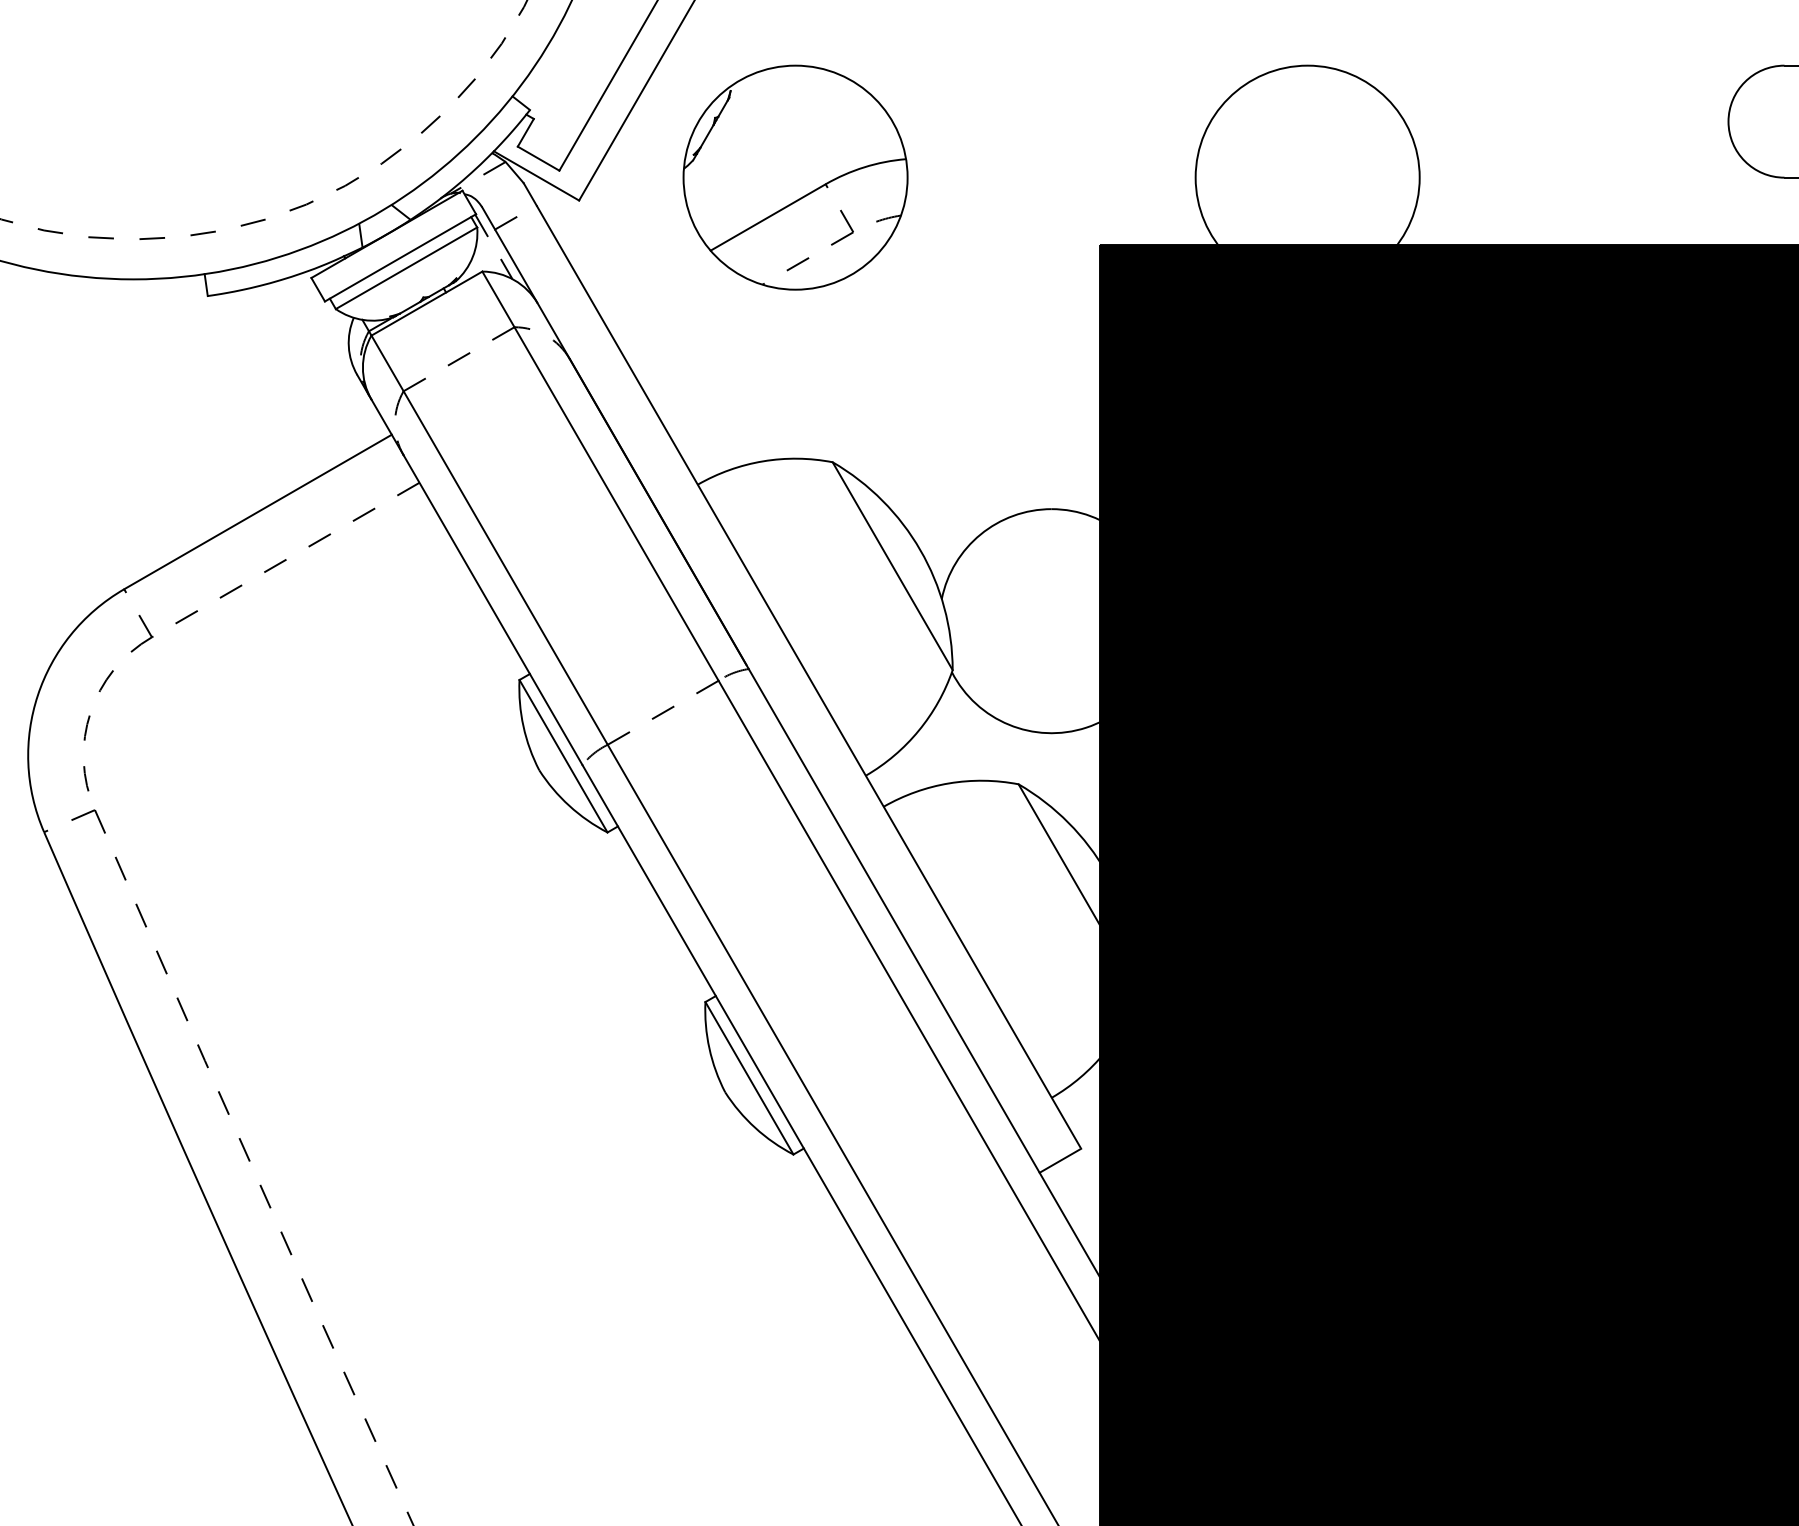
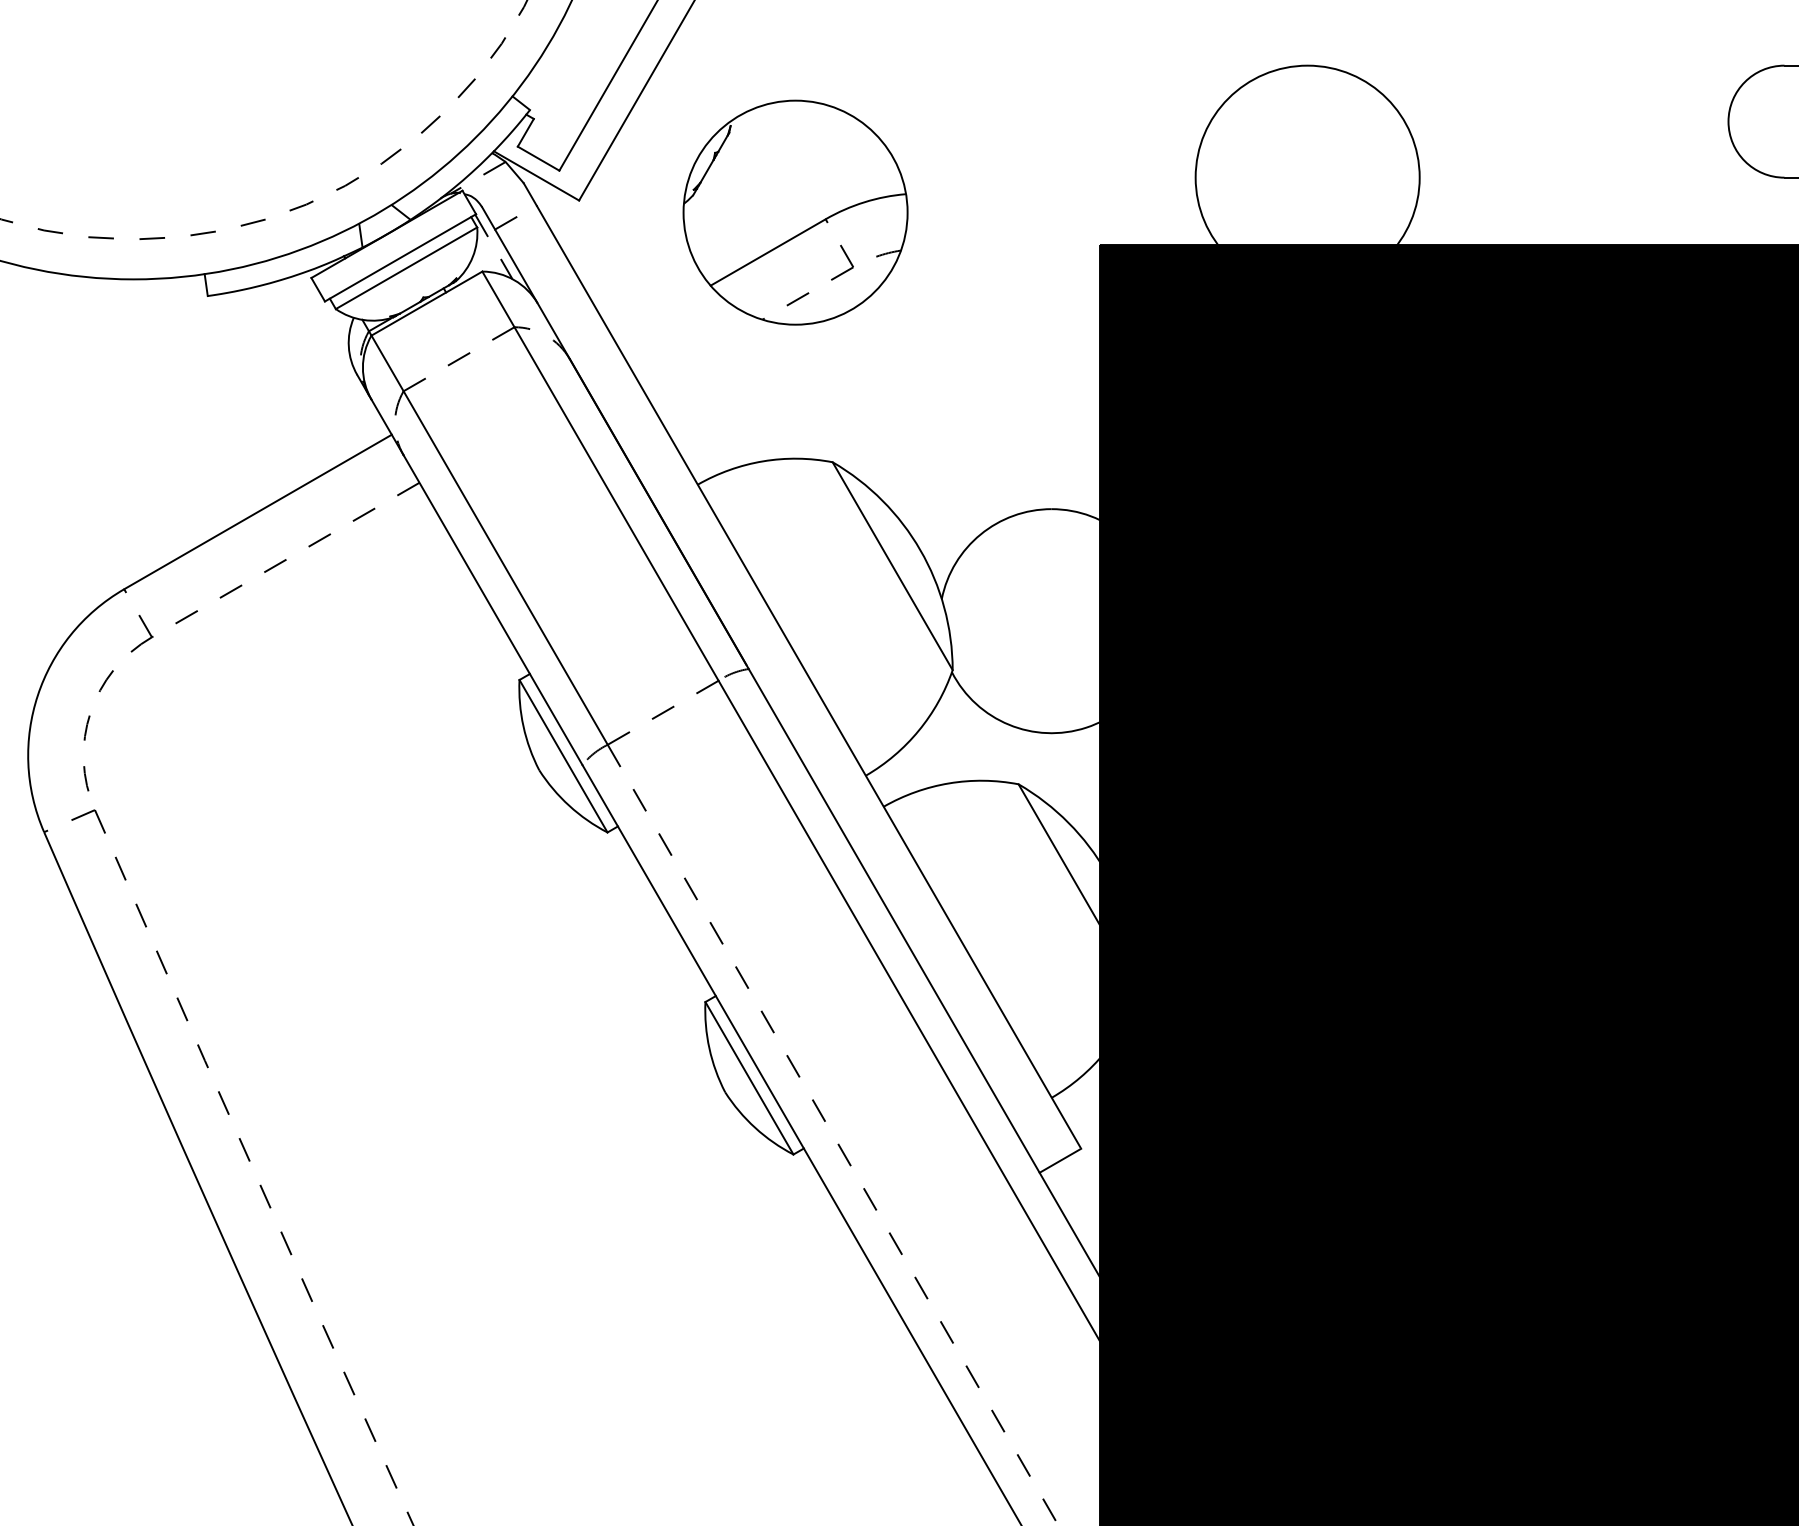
part at (795, 177) position: (795, 177) -> (795, 212)
line at (833, 1135): solid -> dashed
